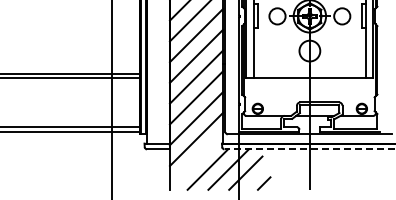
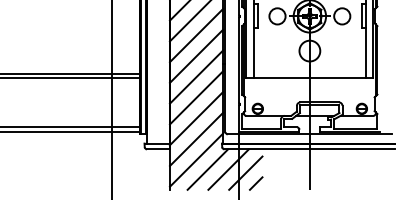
line at (309, 149): dashed -> solid
line at (196, 159): none -> present
line at (263, 183) position: (263, 183) -> (255, 183)
